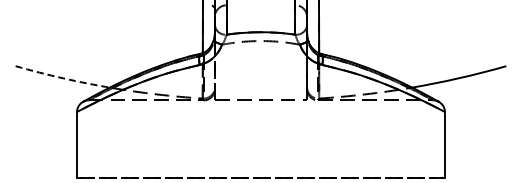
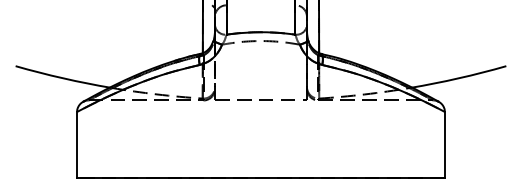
arc at (63, 78): dashed -> solid
line at (261, 177): dashed -> solid
